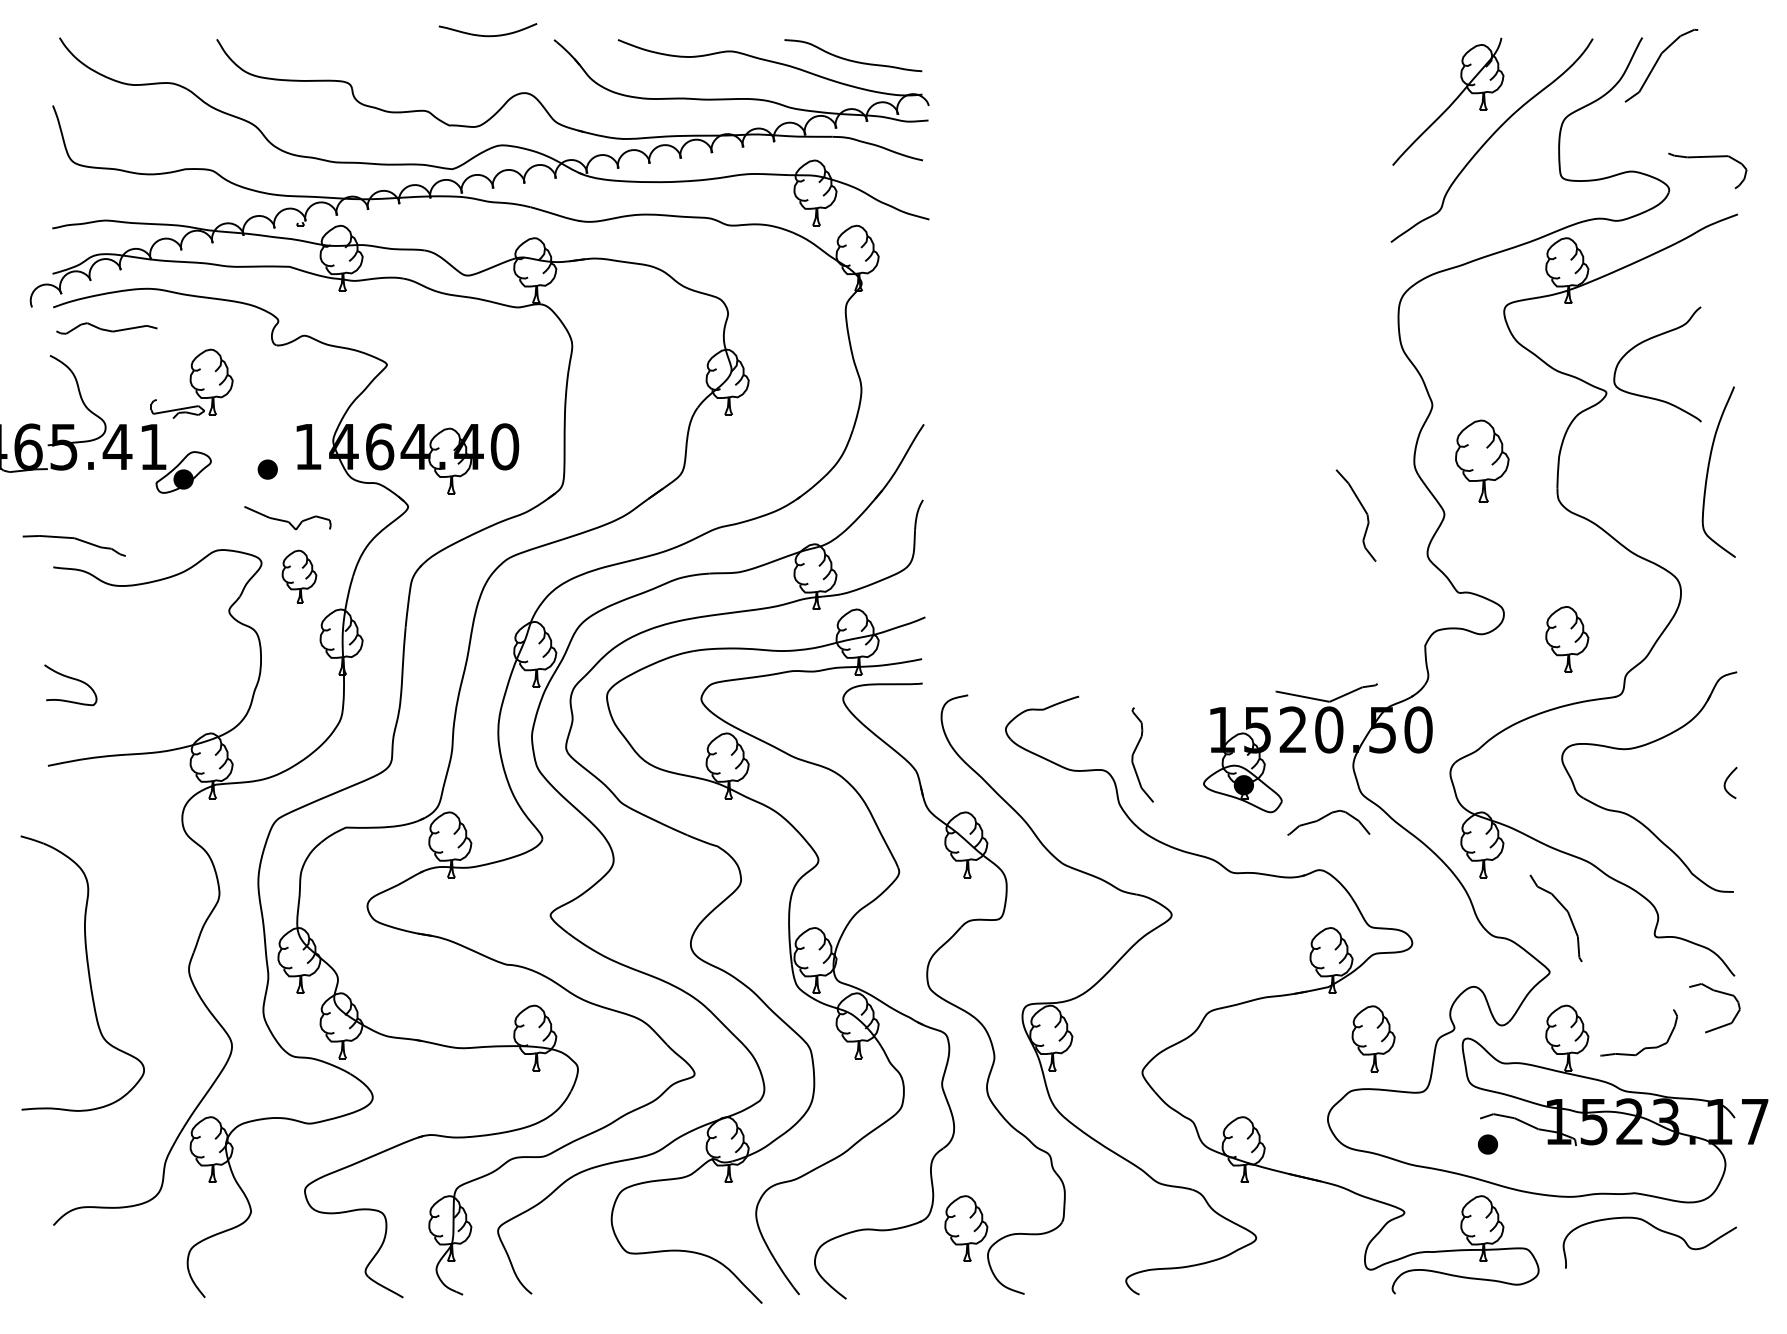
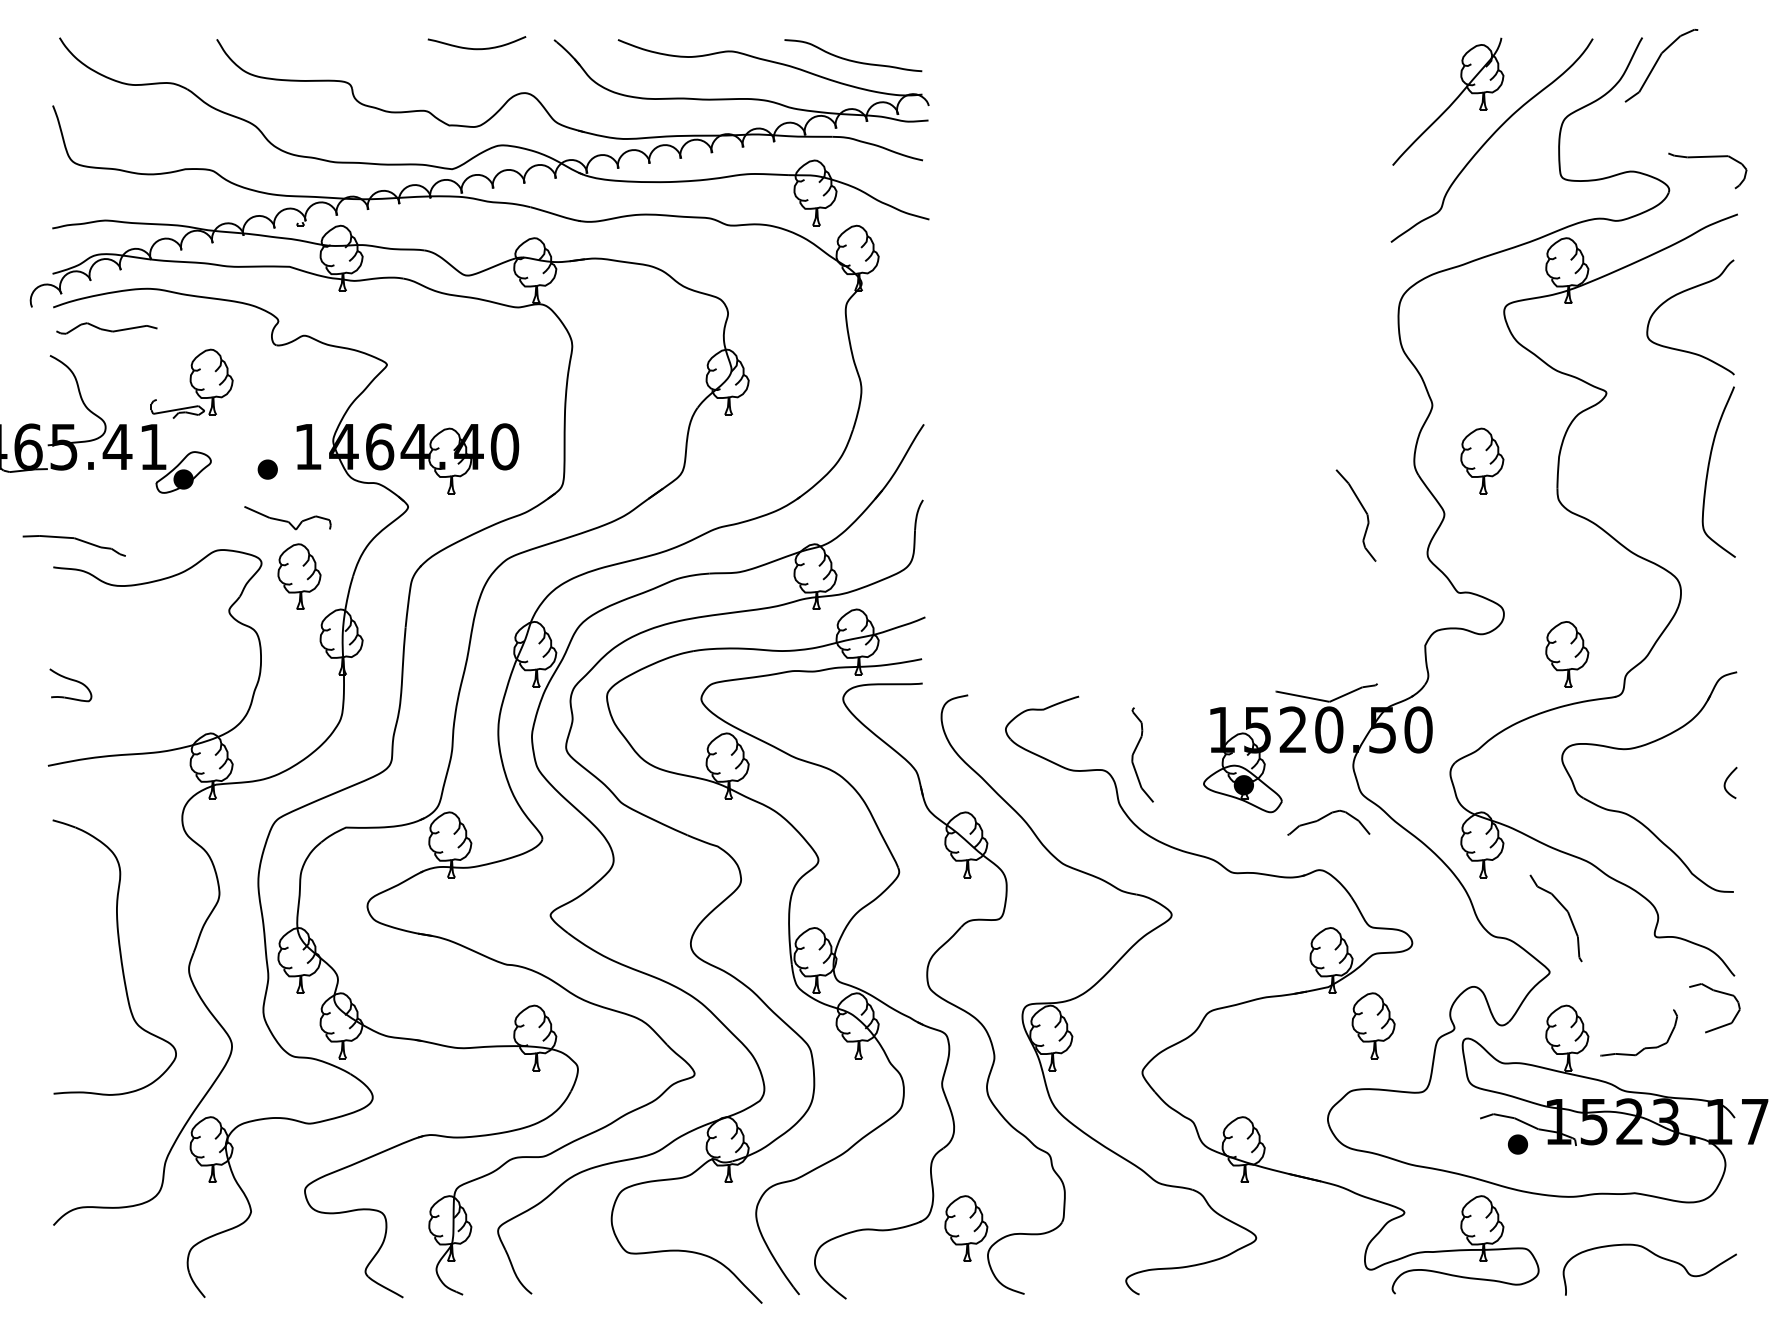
curve at (487, 35) position: (487, 35) -> (476, 48)
curve at (1646, 341) position: (1646, 341) -> (1679, 294)
part at (1482, 460) size: 55x84 px -> 45x68 px
part at (299, 576) size: 37x55 px -> 45x67 px
part at (1567, 639) position: (1567, 639) -> (1567, 654)
part at (70, 685) size: 54x43 px -> 44x35 px
part at (82, 973) position: (82, 973) -> (114, 957)
part at (1373, 1038) position: (1373, 1038) -> (1373, 1025)
part at (1488, 1144) position: (1488, 1144) -> (1518, 1144)
curve at (1656, 1229) position: (1656, 1229) -> (1656, 1256)
